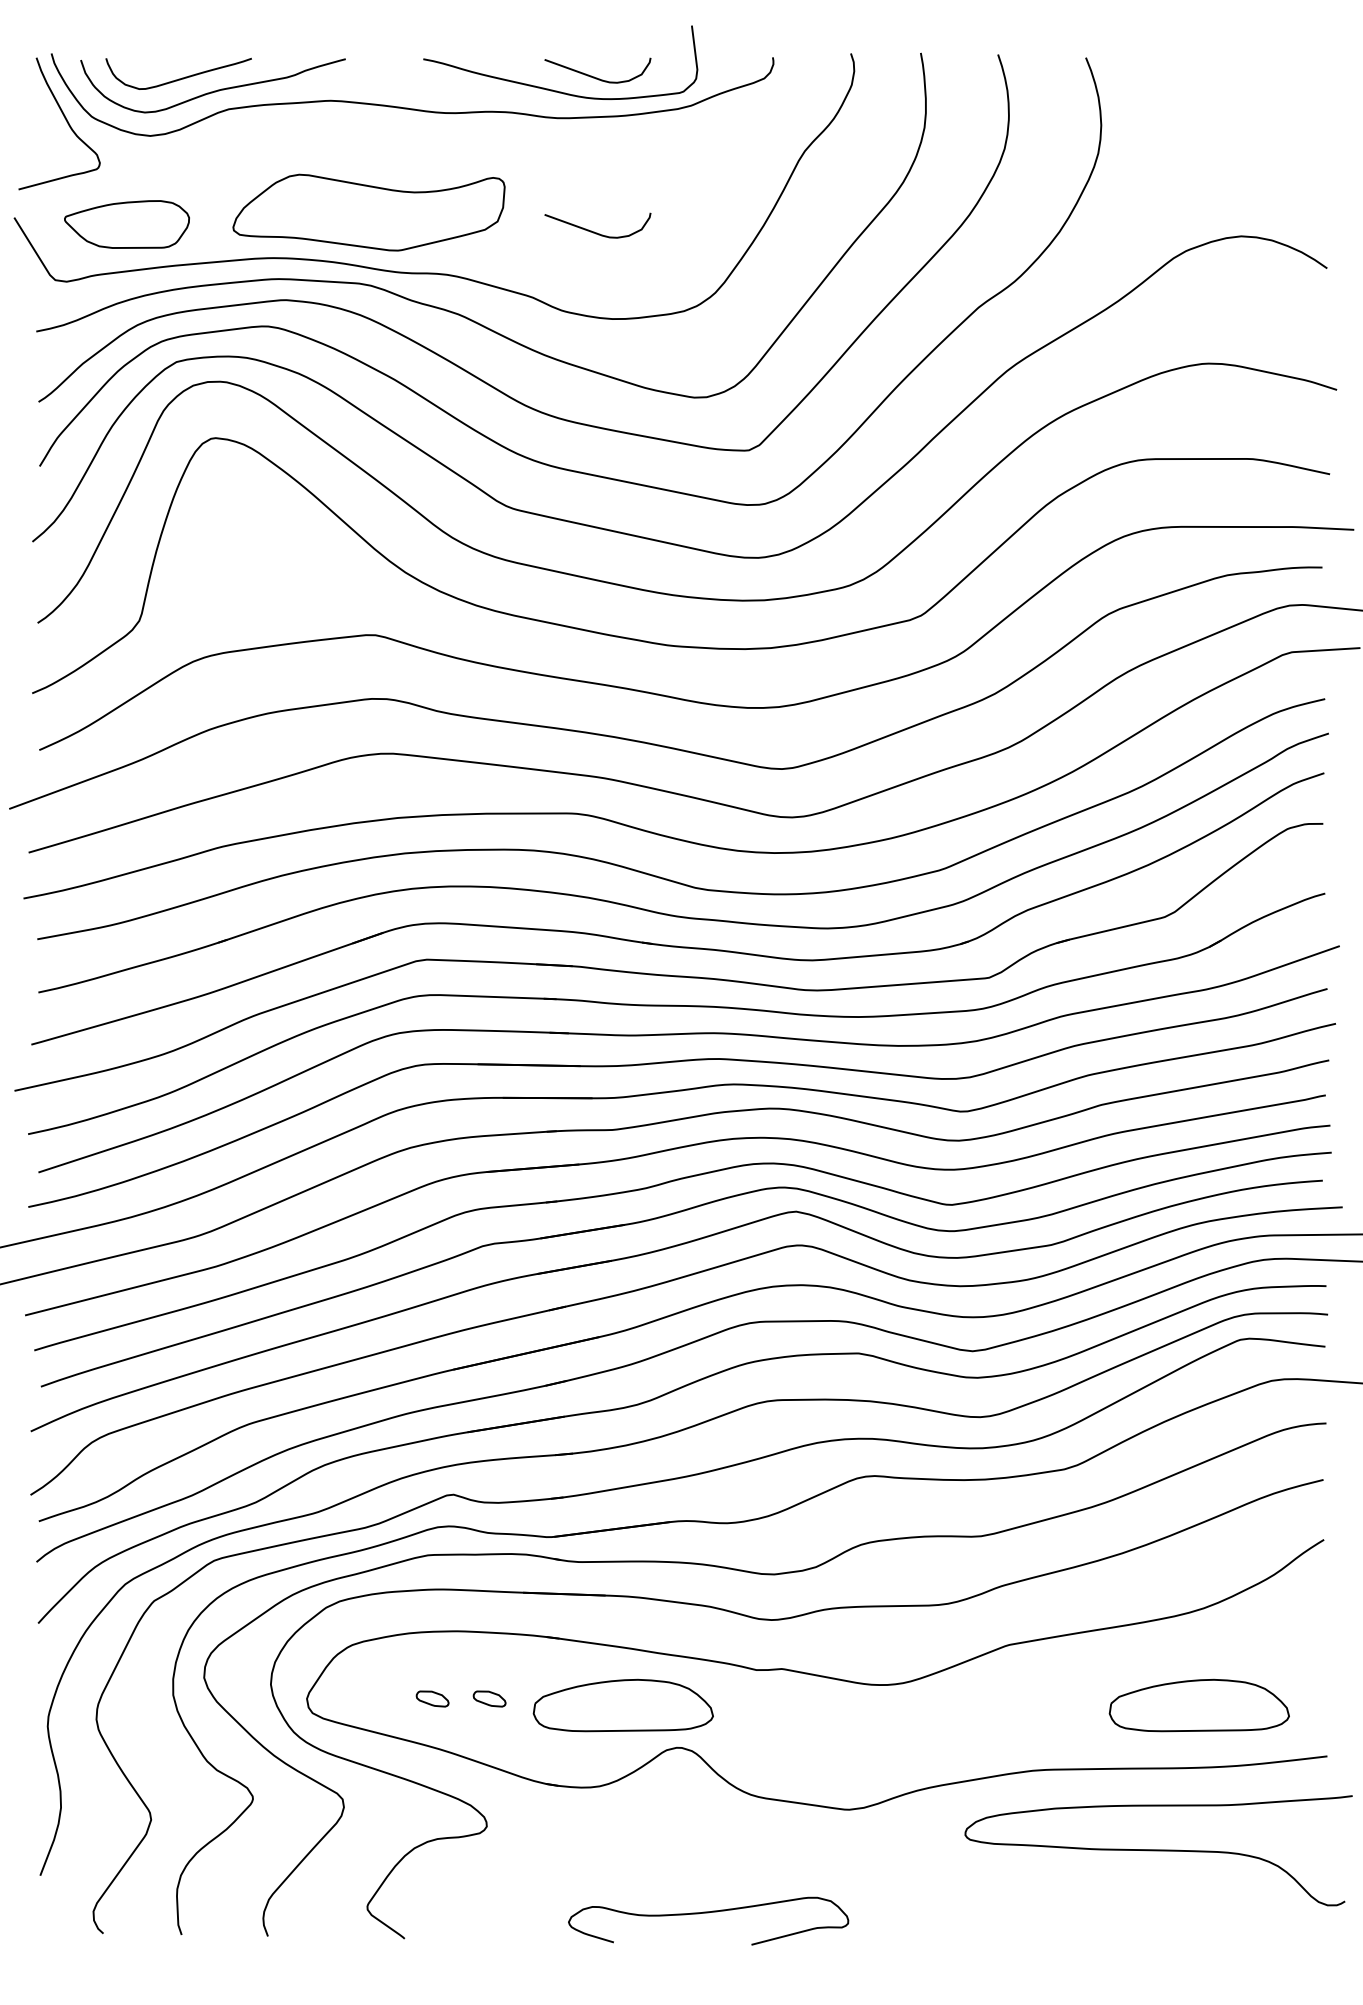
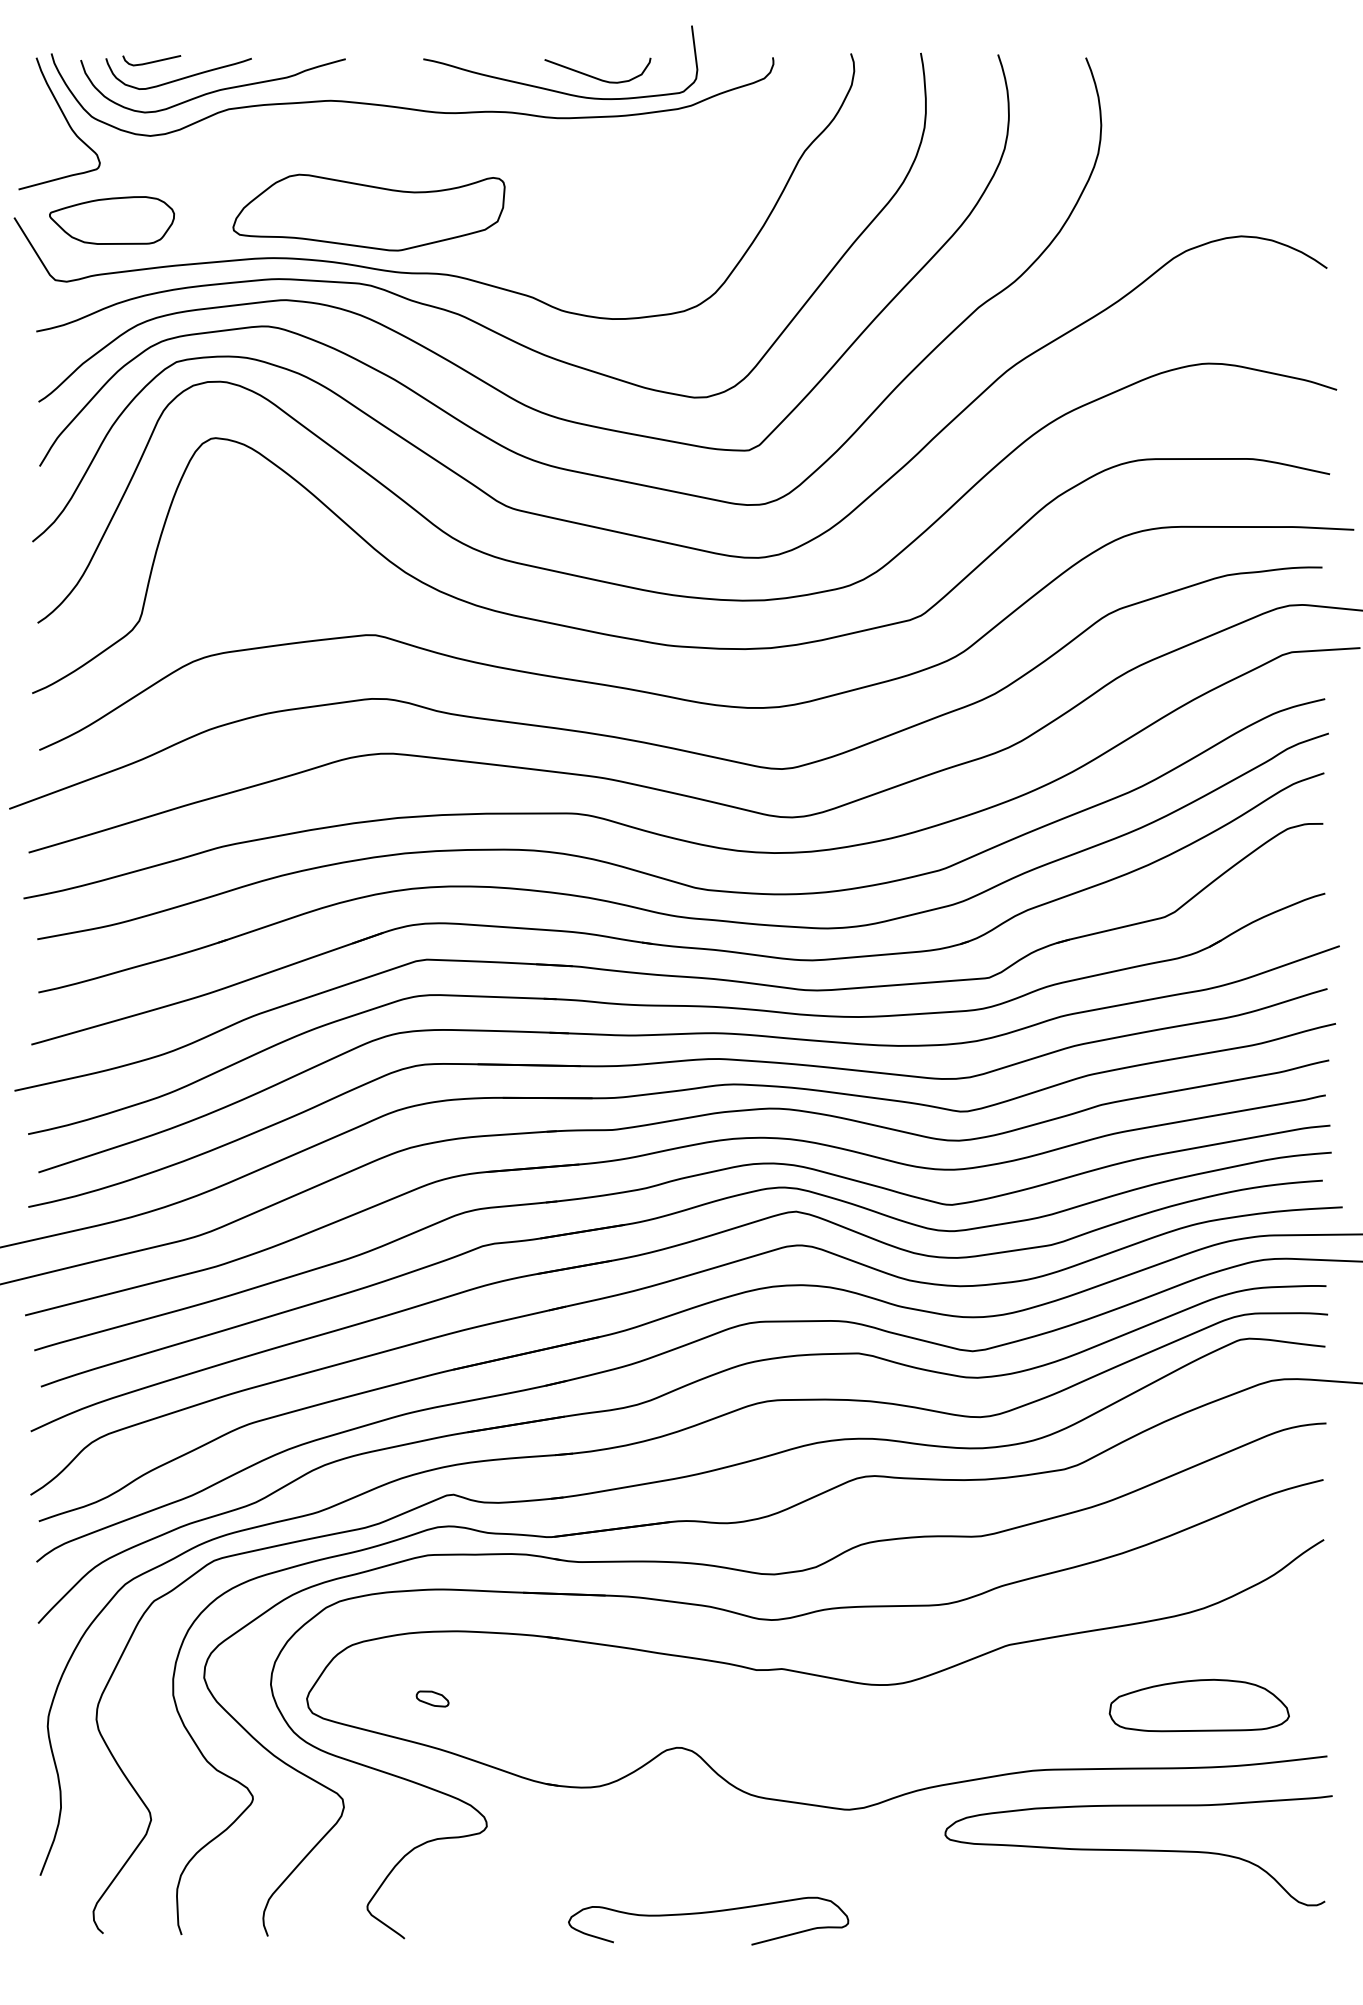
curve at (151, 61): none -> present
part at (126, 224) position: (126, 224) -> (111, 220)
curve at (594, 231): present -> none
part at (489, 1698): present -> none
part at (622, 1705): present -> none
curve at (1158, 1850) position: (1158, 1850) -> (1138, 1850)
